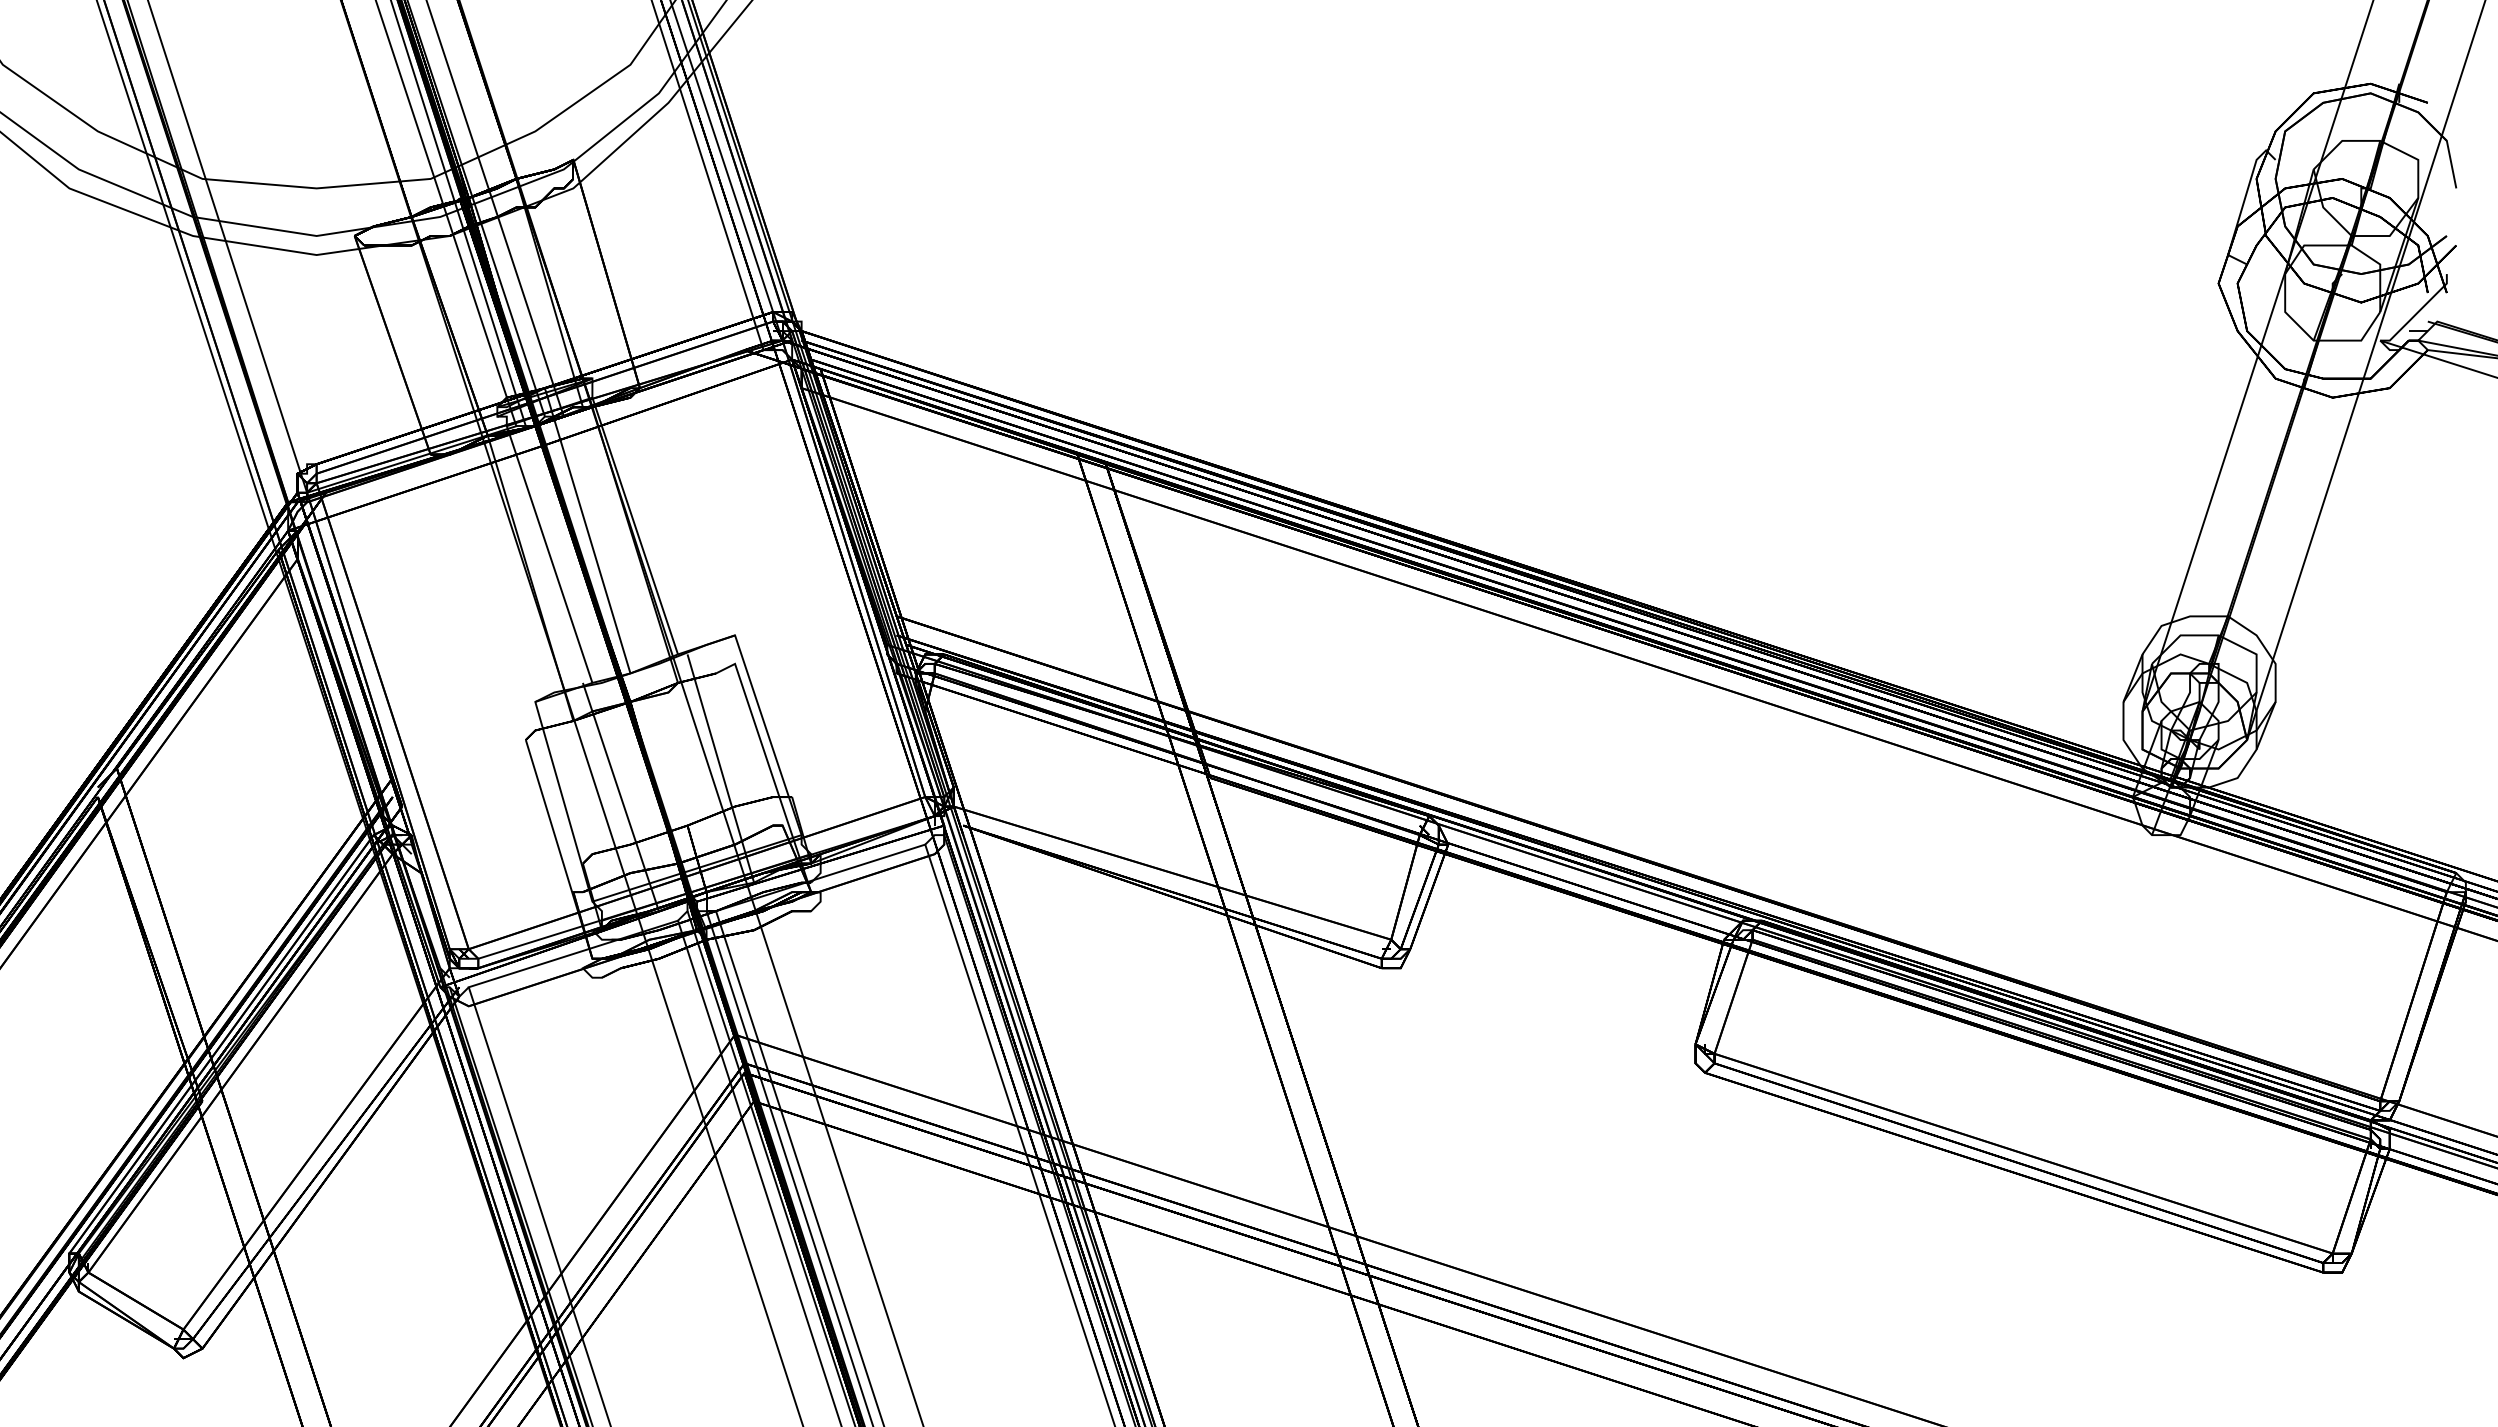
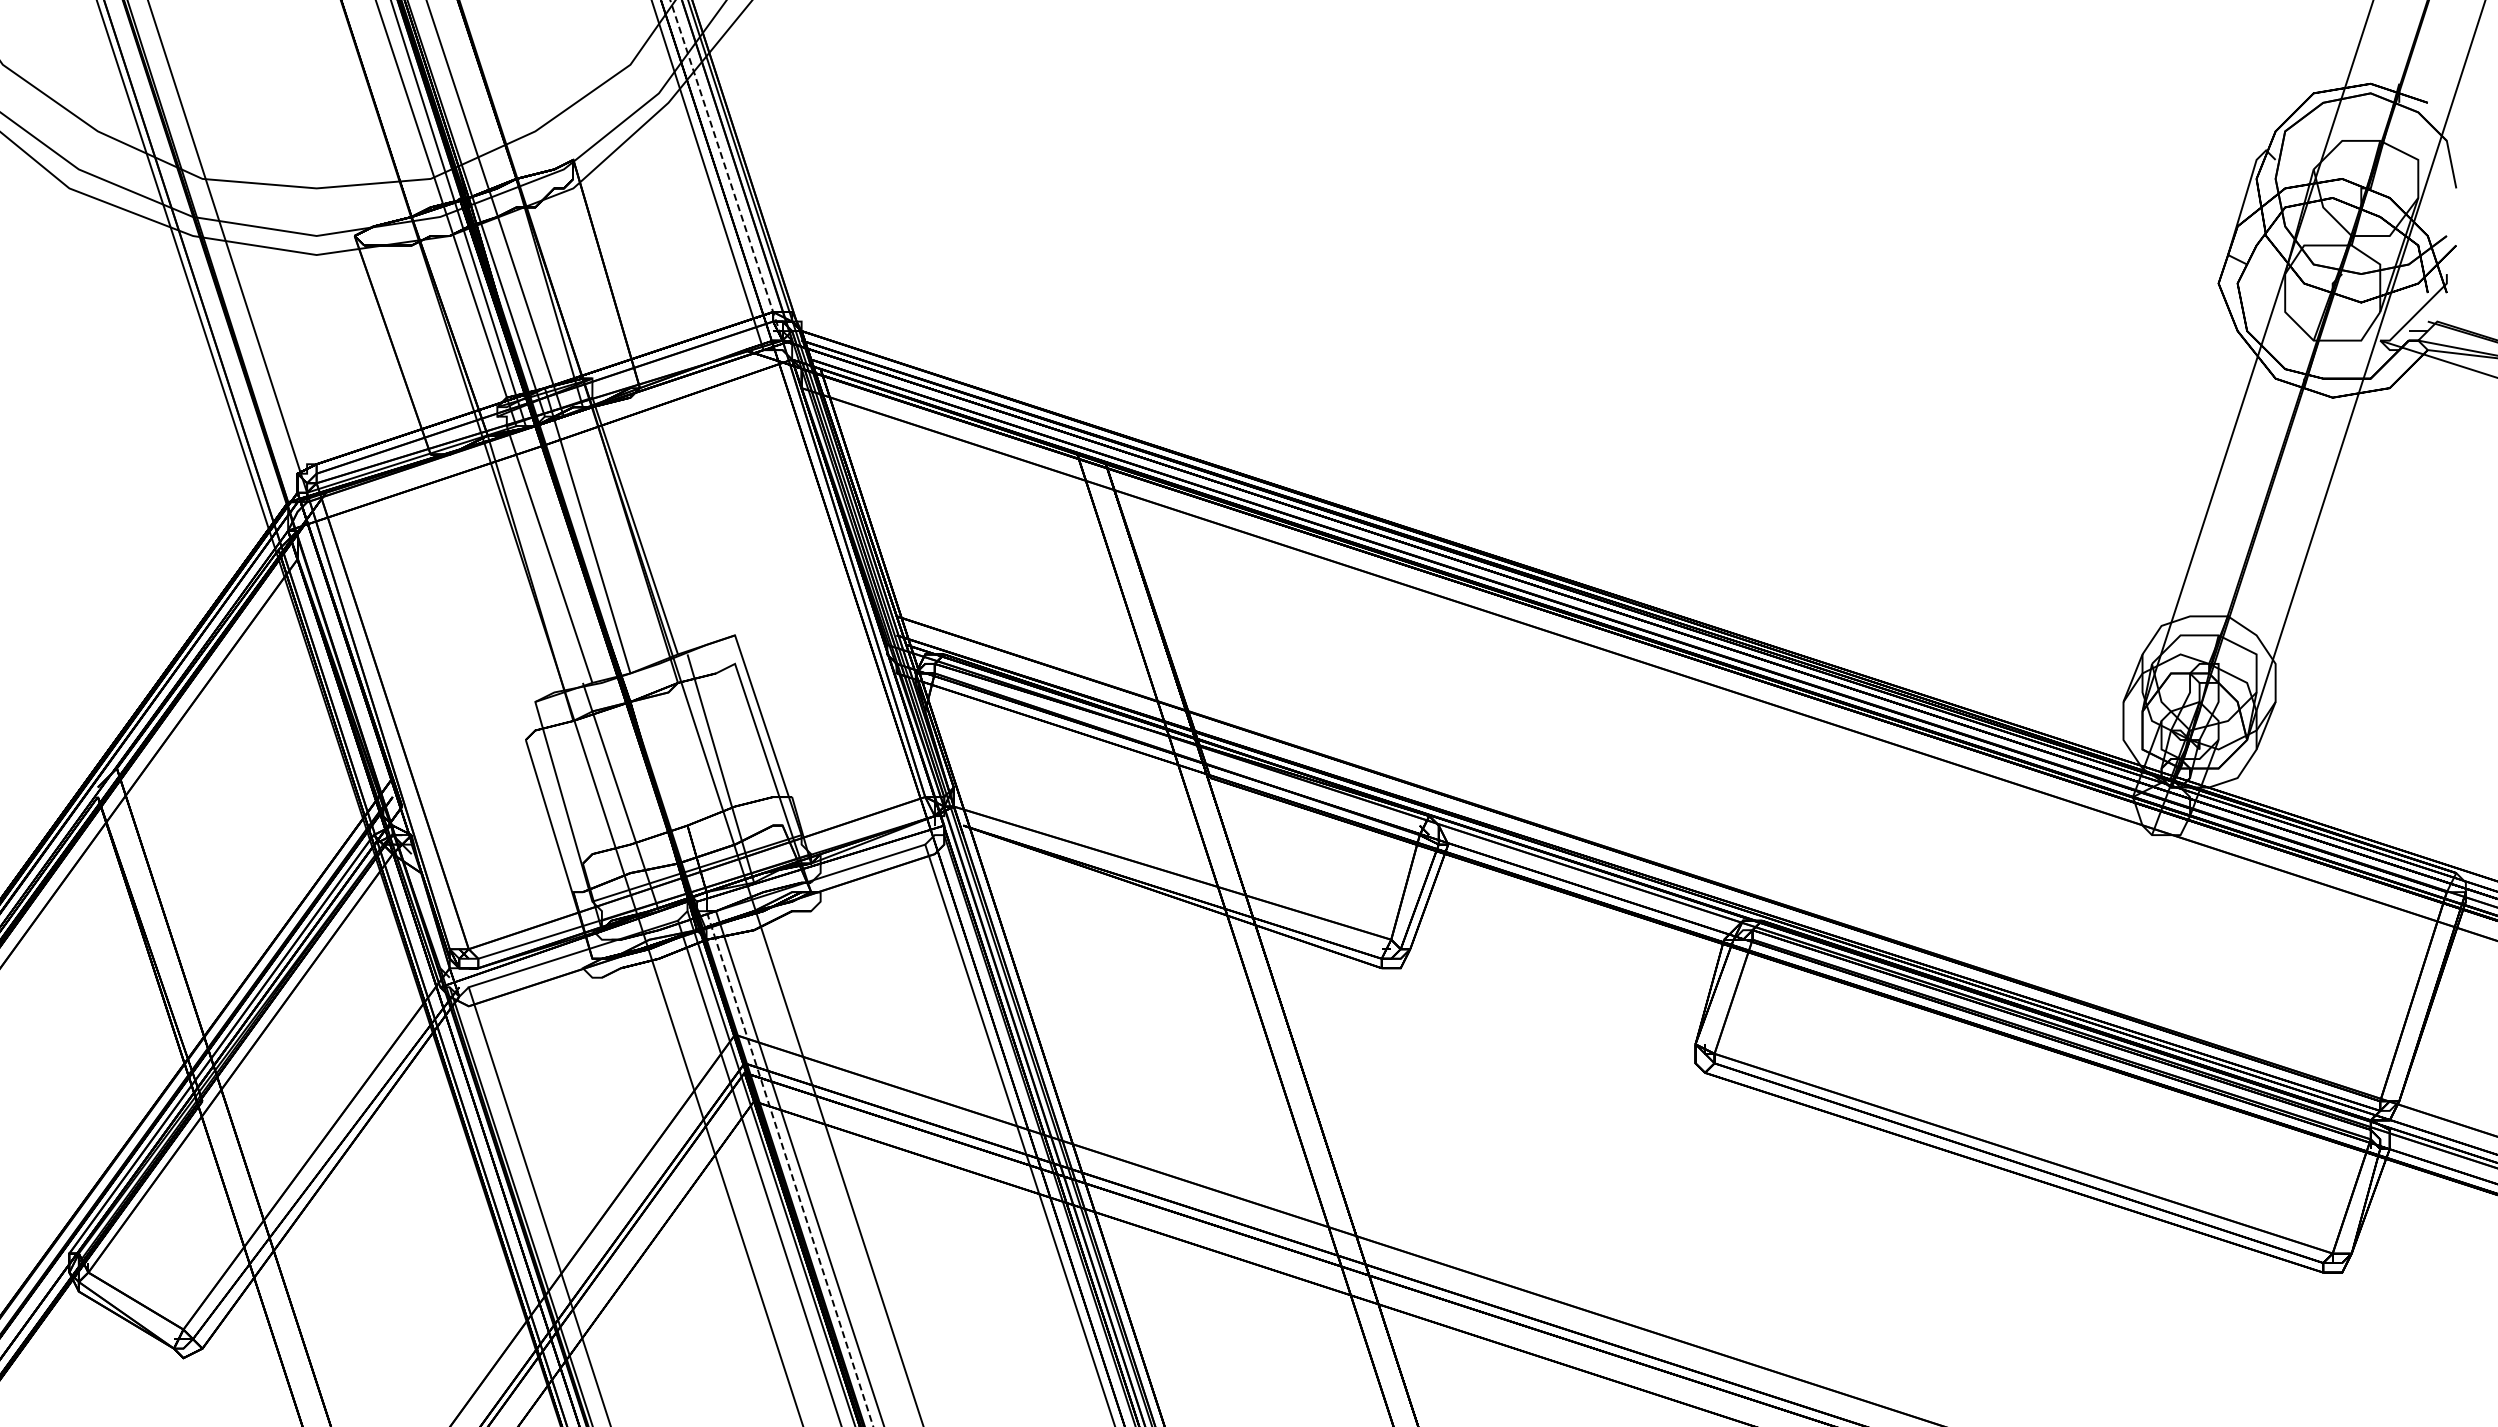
line at (726, 170): solid -> dashed
line at (789, 1168): solid -> dashed
